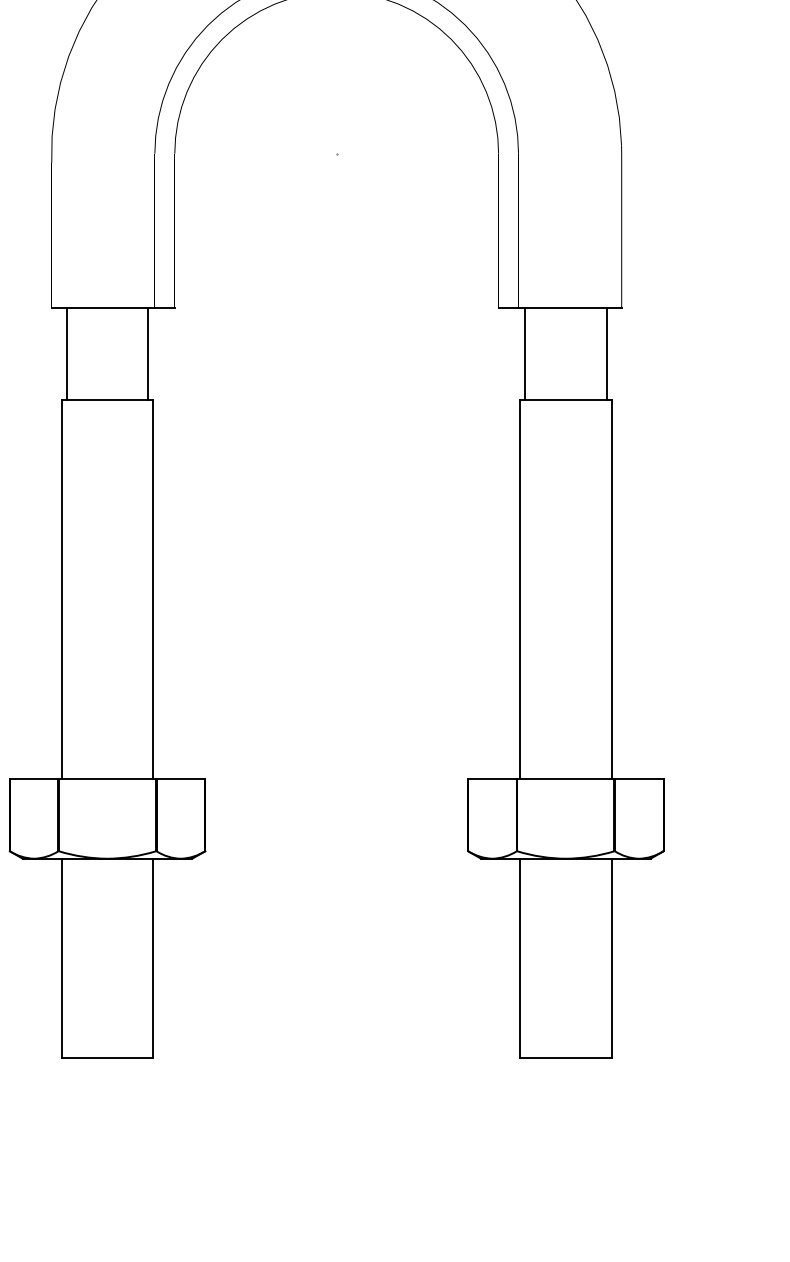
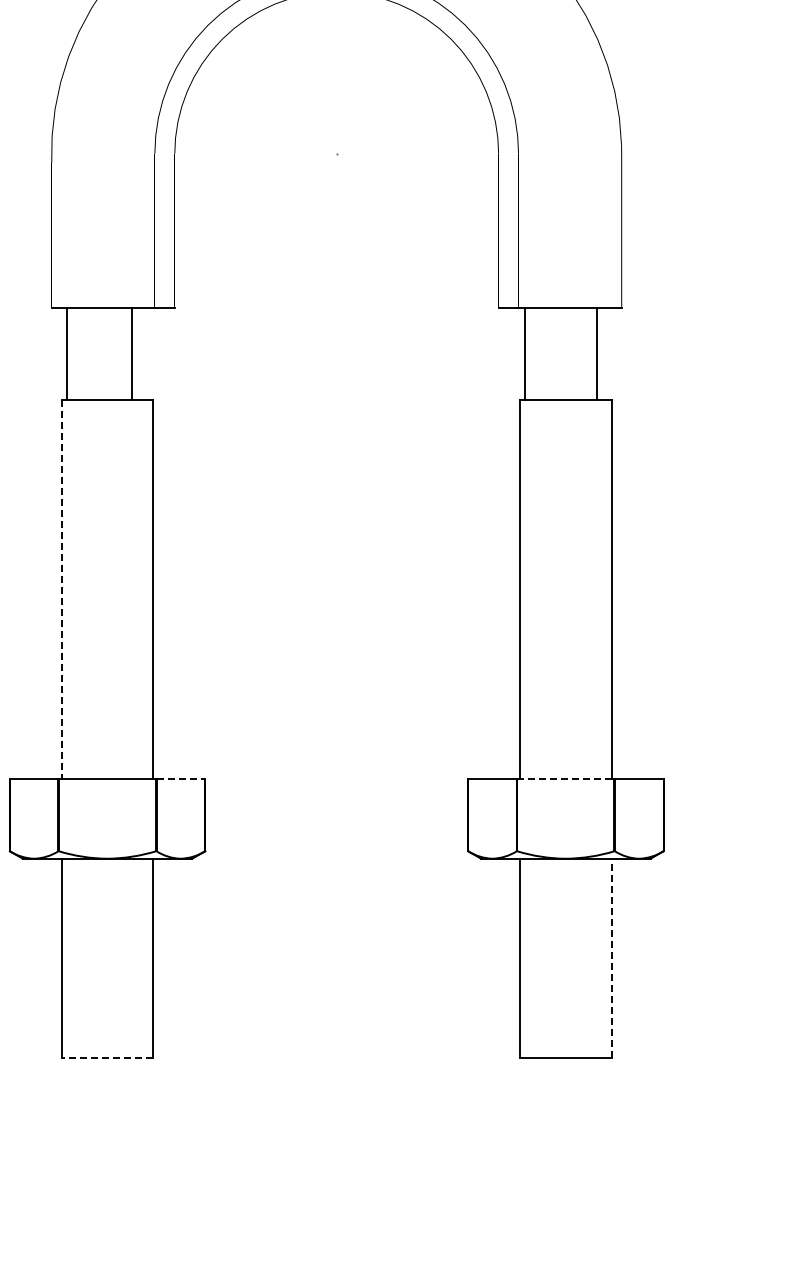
line at (148, 353) position: (148, 353) -> (132, 353)
line at (606, 353) position: (606, 353) -> (596, 353)
line at (61, 590): solid -> dashed
line at (181, 779): solid -> dashed
line at (565, 779): solid -> dashed
line at (611, 958): solid -> dashed
line at (107, 1058): solid -> dashed
